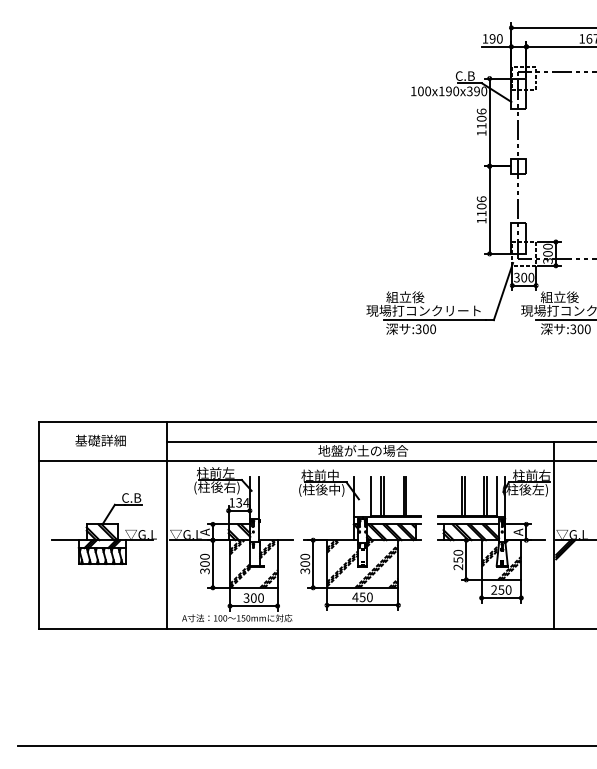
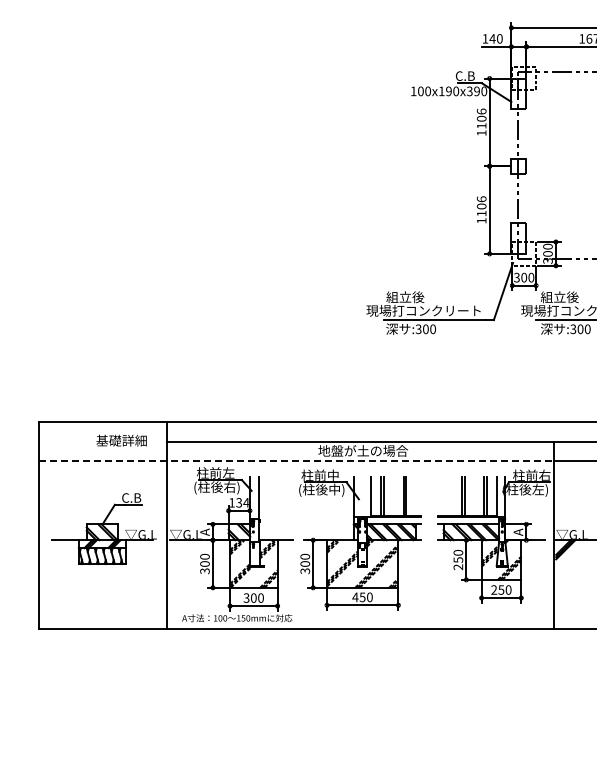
text at (492, 38): 190 -> 140
text at (100, 440) position: (100, 440) -> (121, 440)
line at (296, 460): solid -> dashed
line at (305, 745): present -> none
